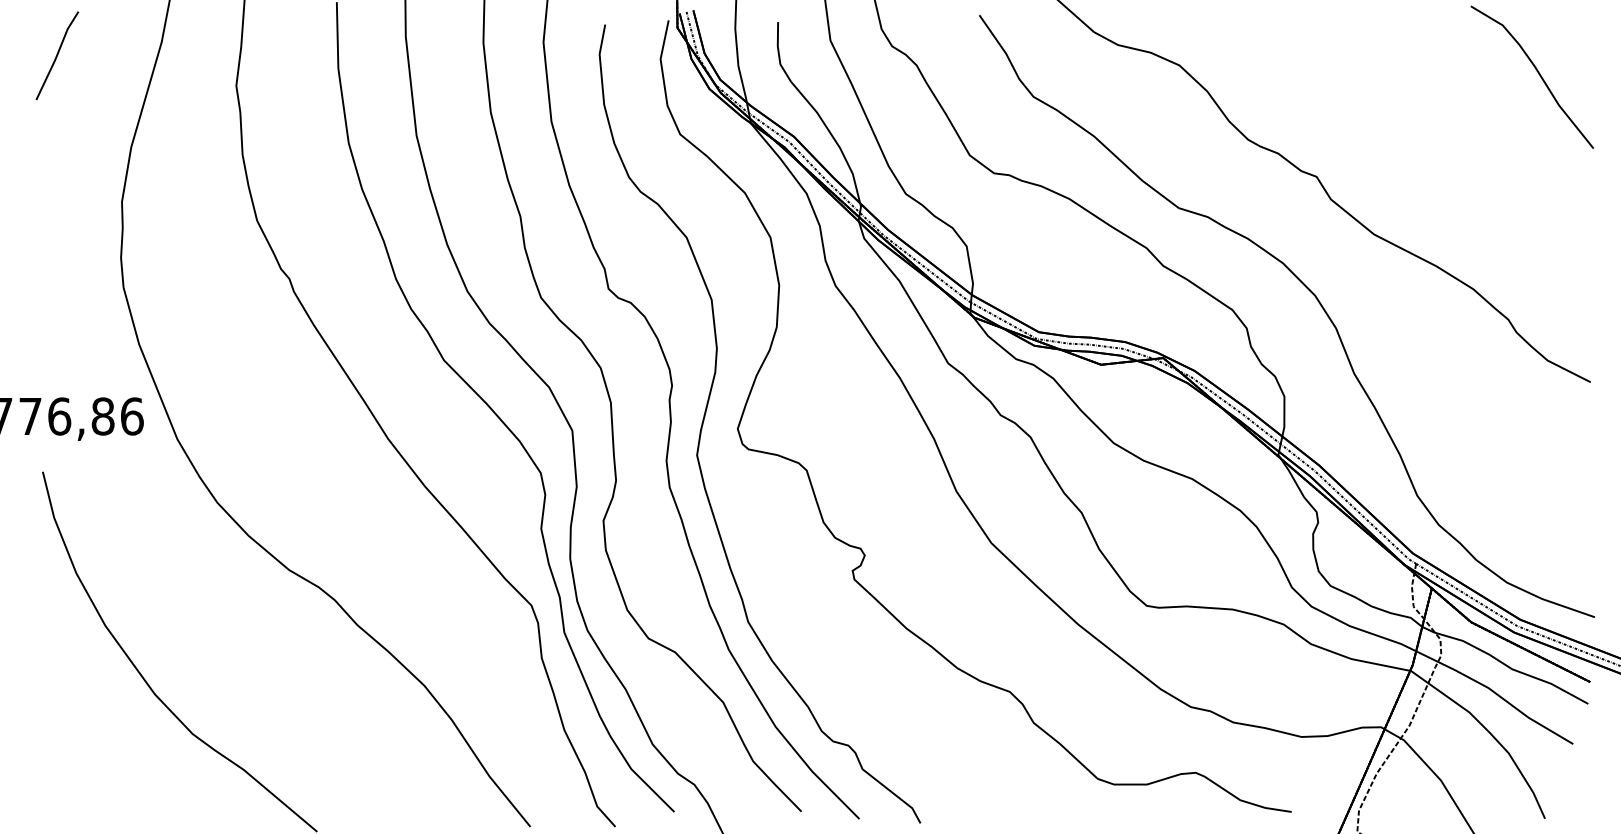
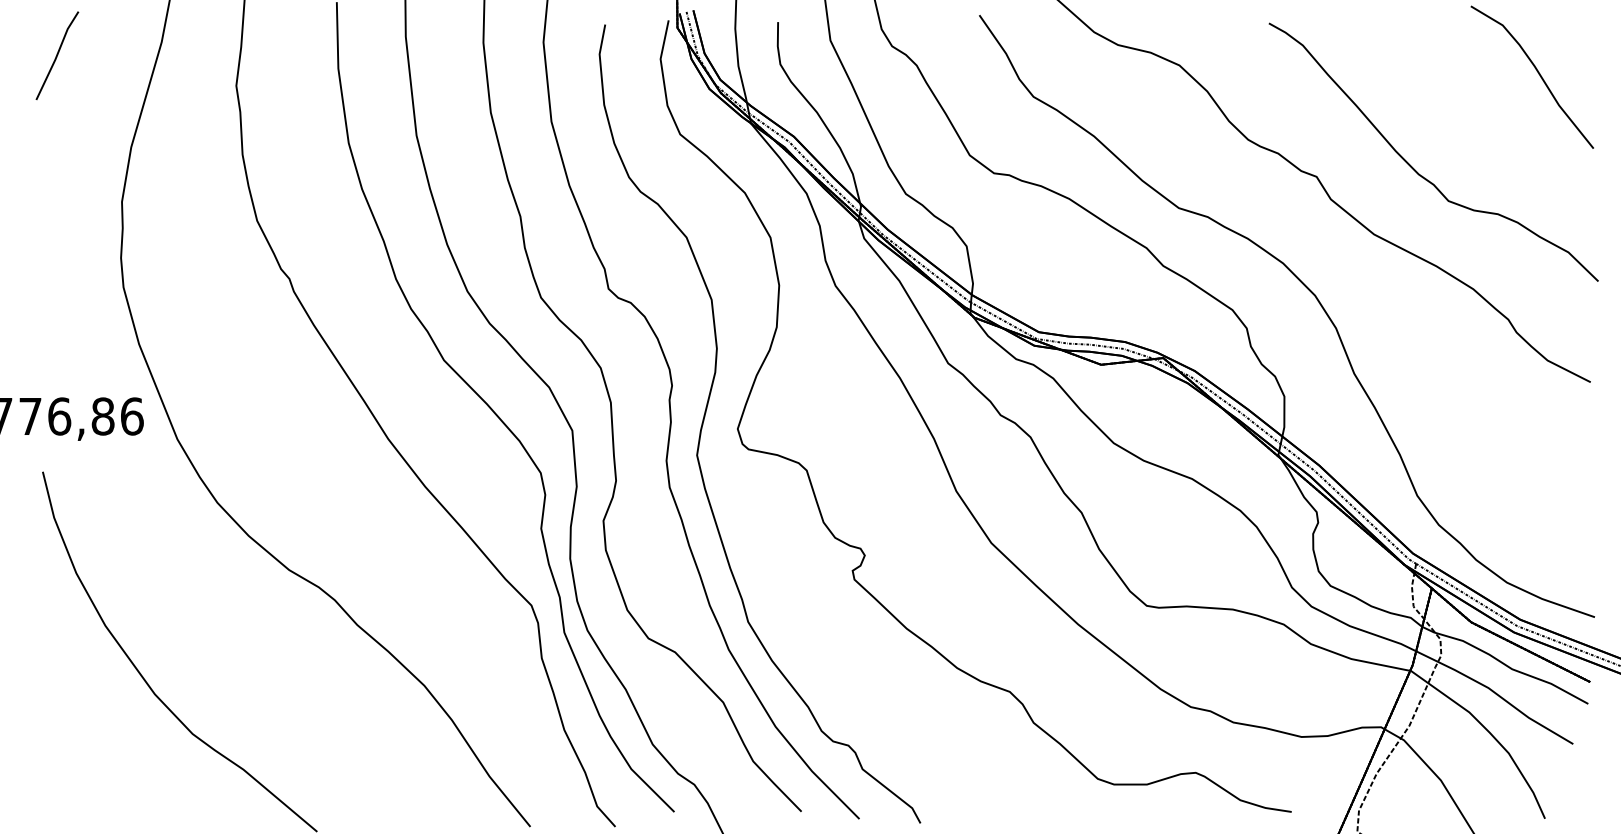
part at (1415, 169): none -> present
